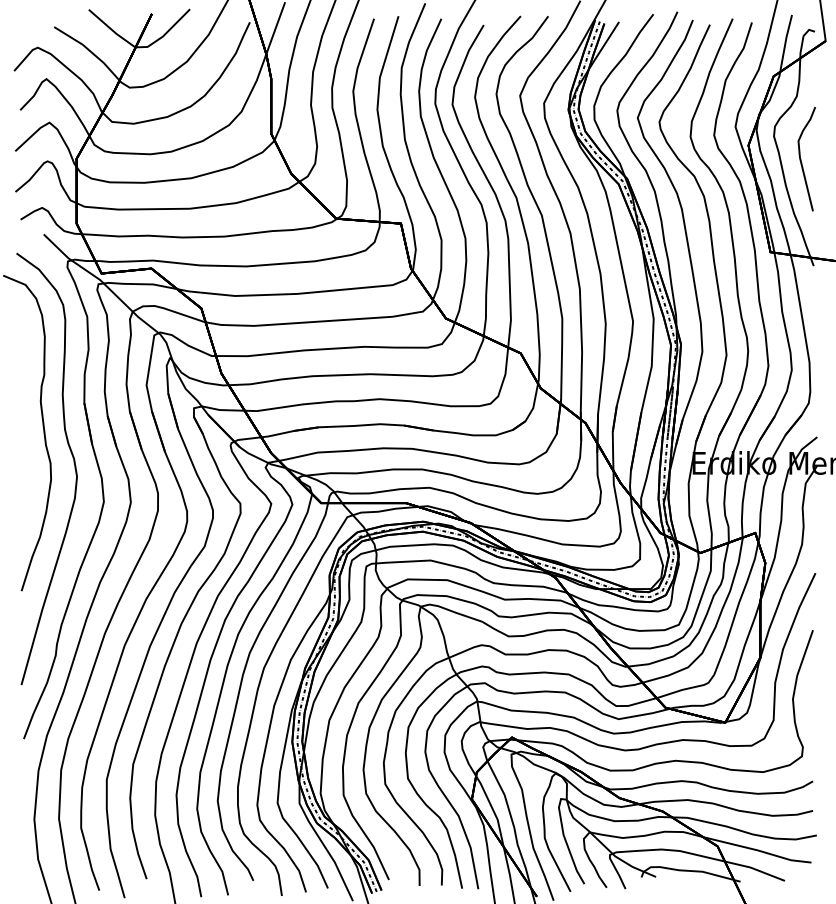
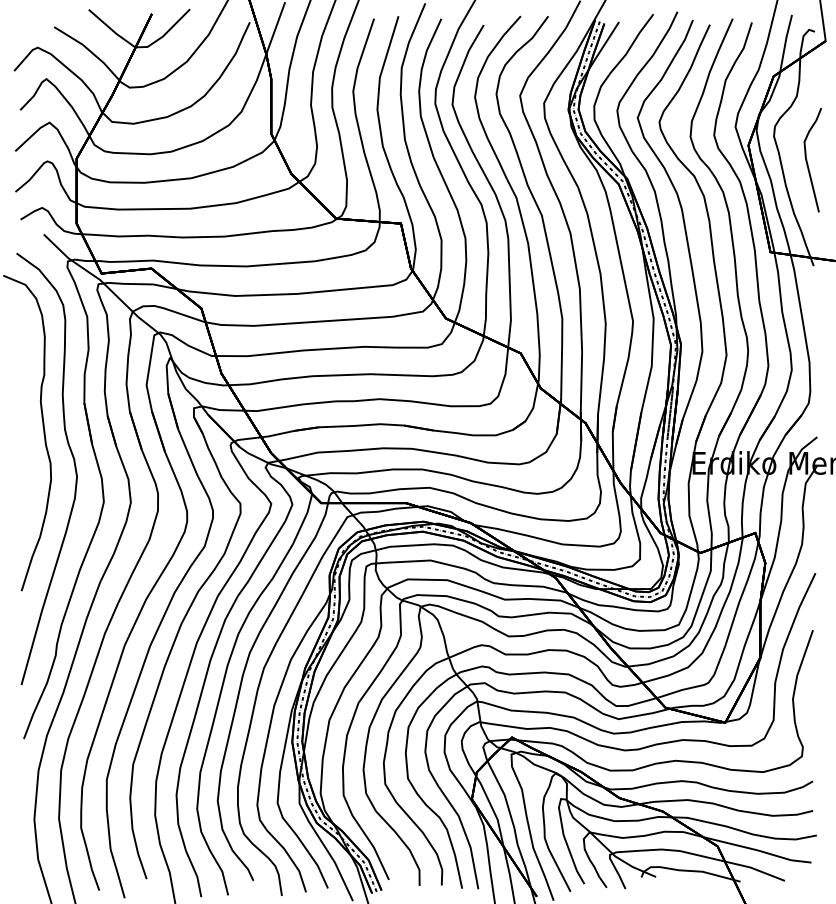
curve at (801, 159) position: (801, 159) -> (807, 160)
